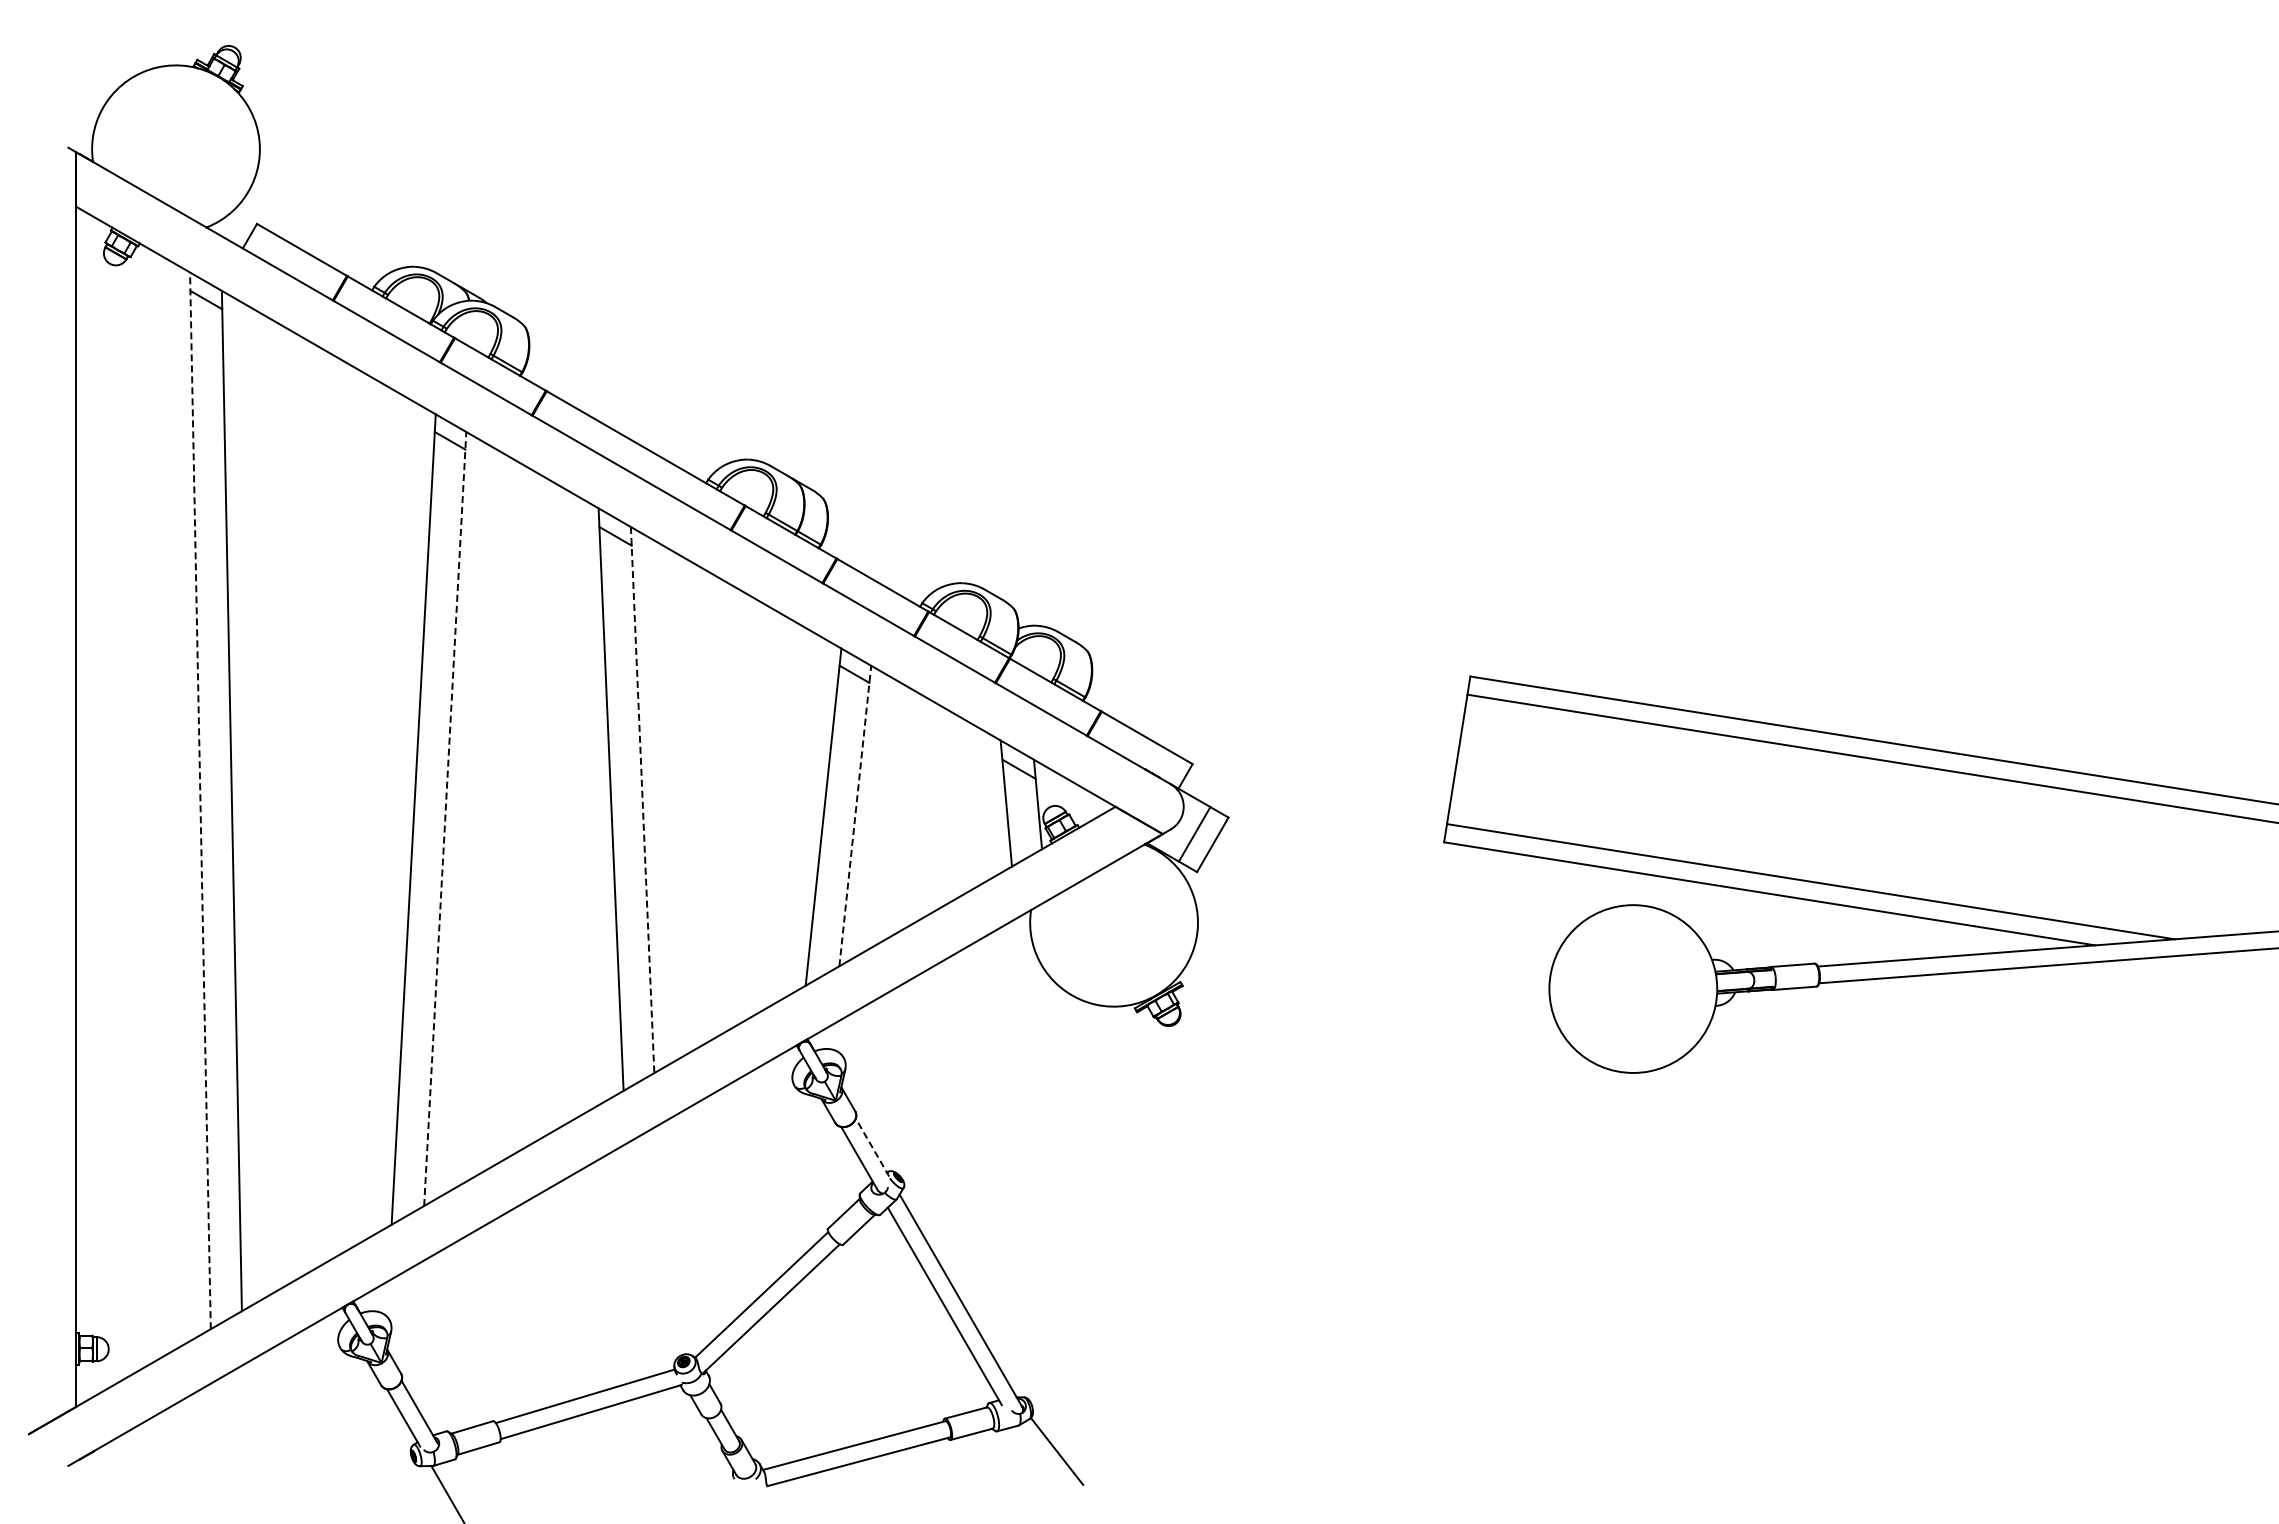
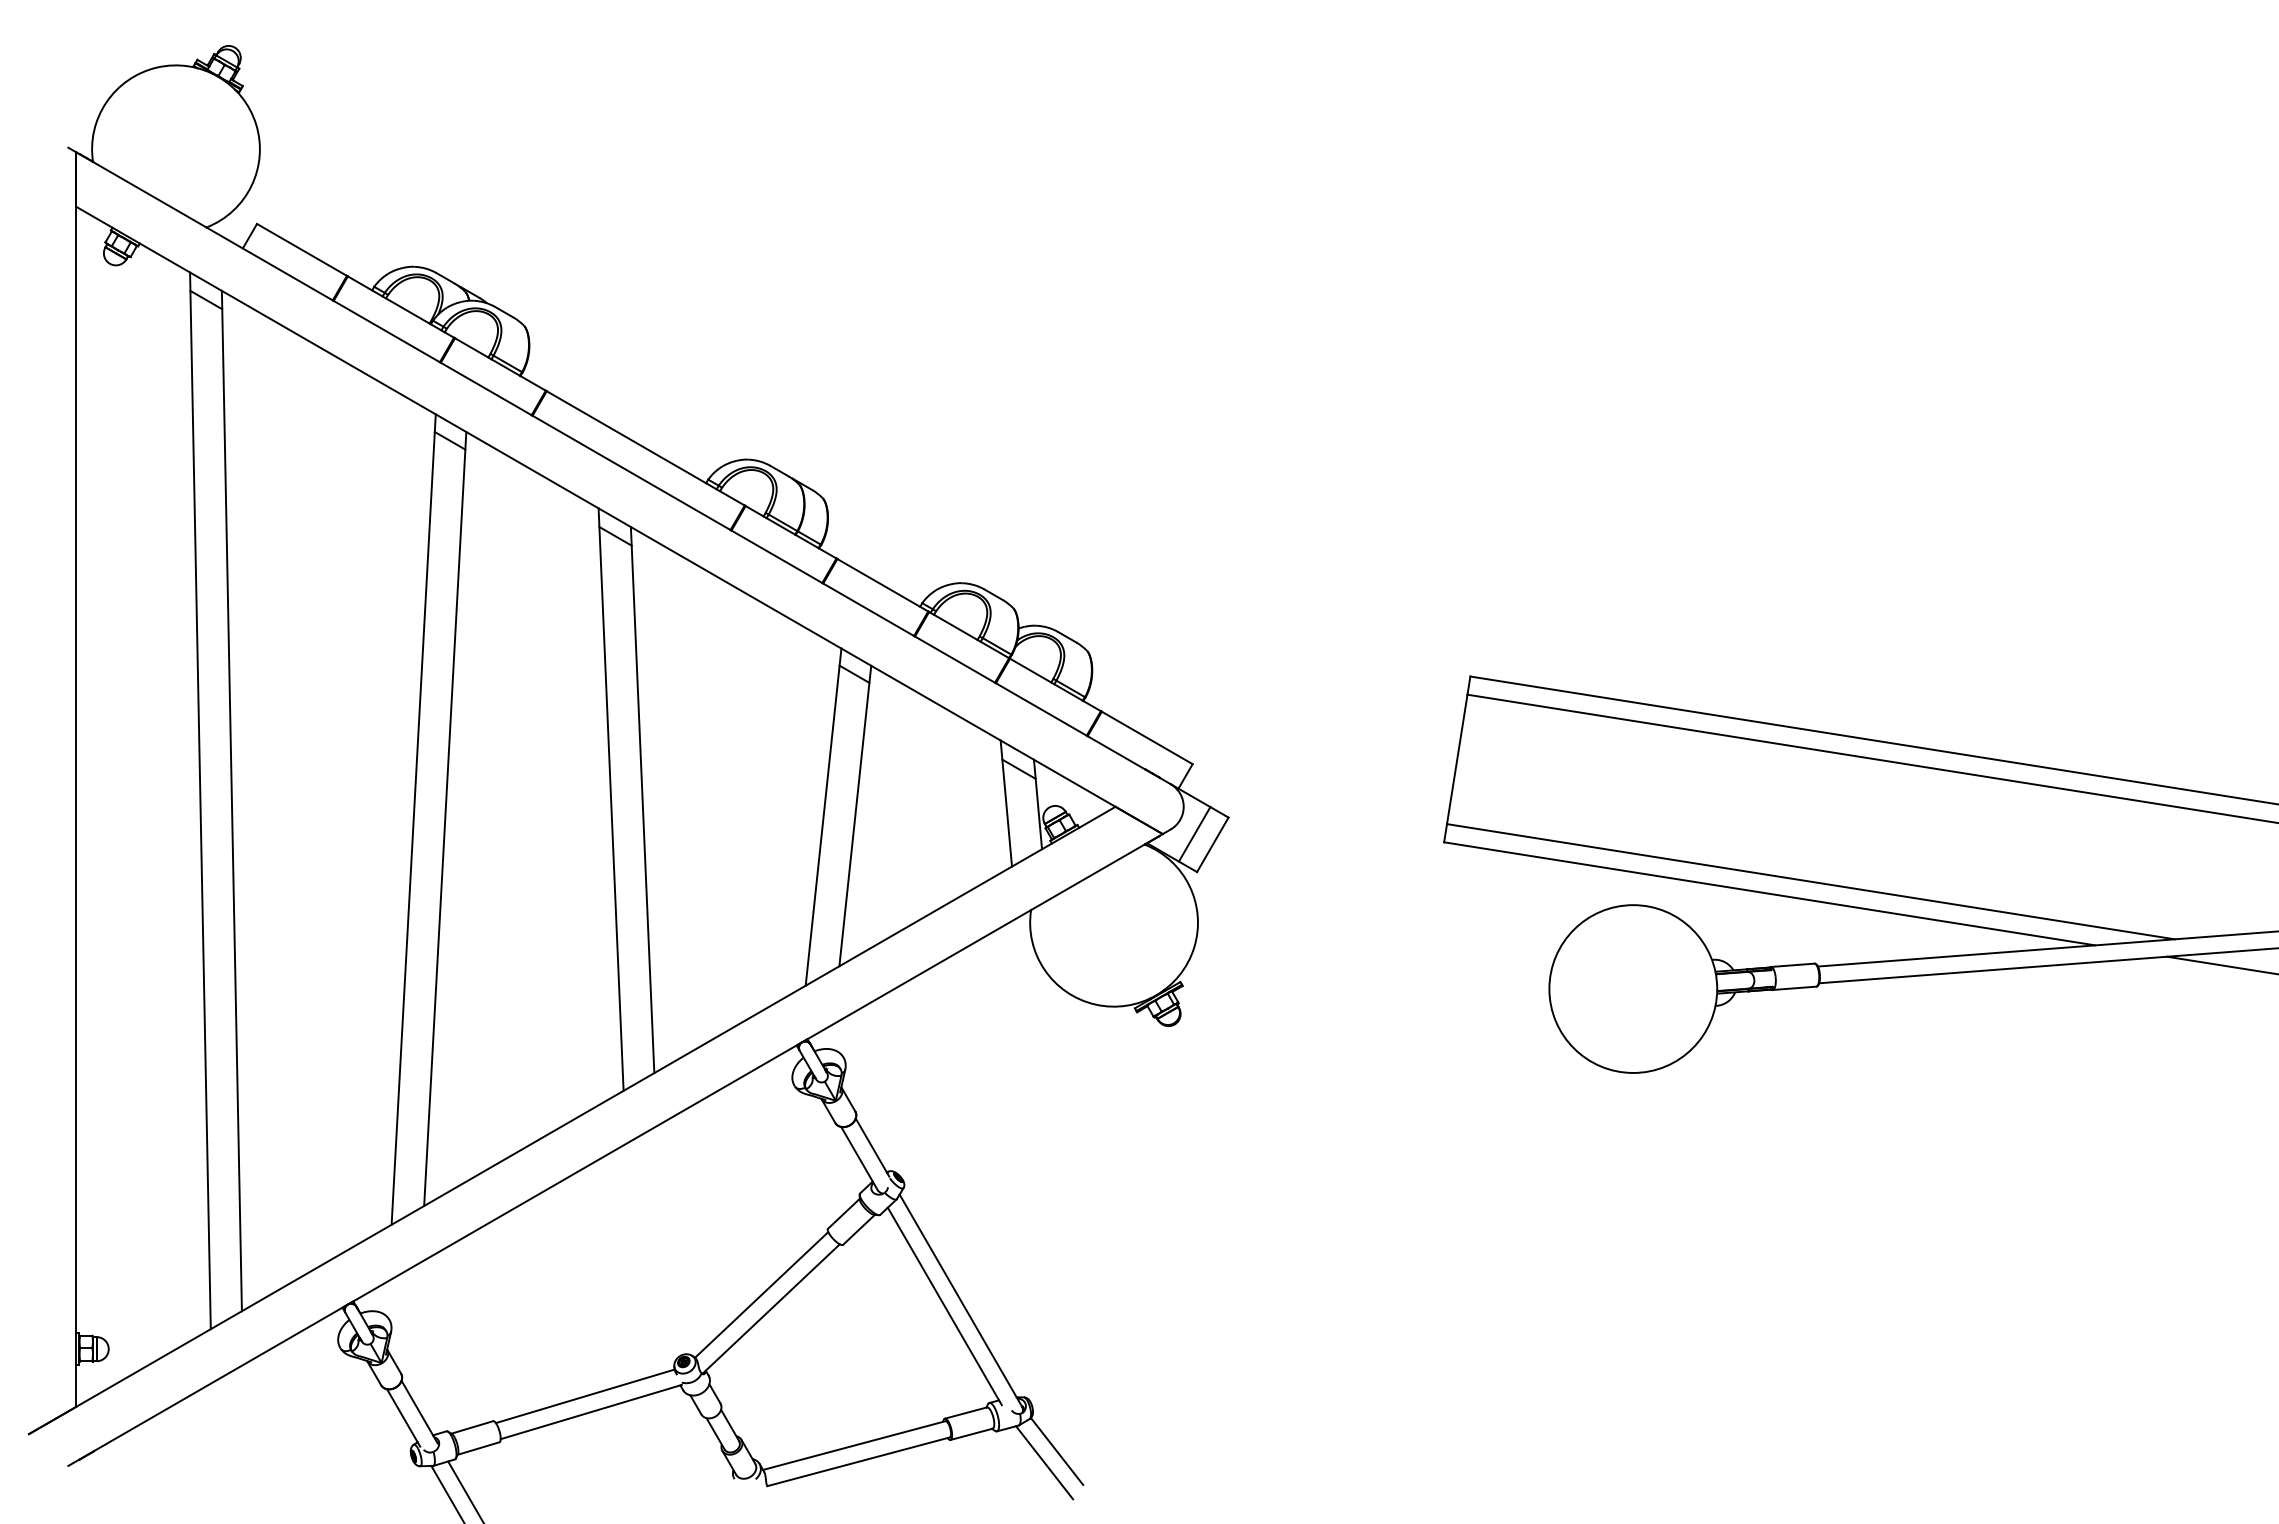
line at (200, 800): dashed -> solid
line at (642, 800): dashed -> solid
line at (855, 815): dashed -> solid
line at (445, 819): dashed -> solid
line at (2221, 964): none -> present
line at (872, 1147): dashed -> solid
line at (1044, 1462): none -> present
line at (465, 1490): none -> present
